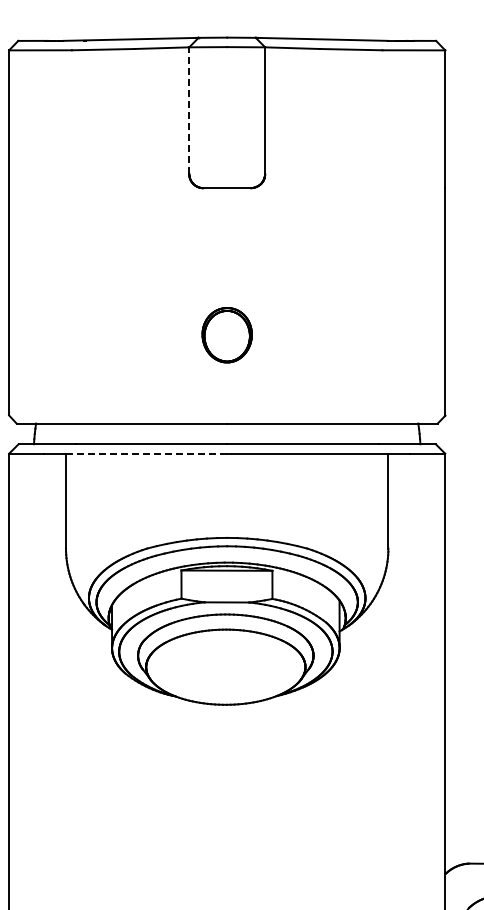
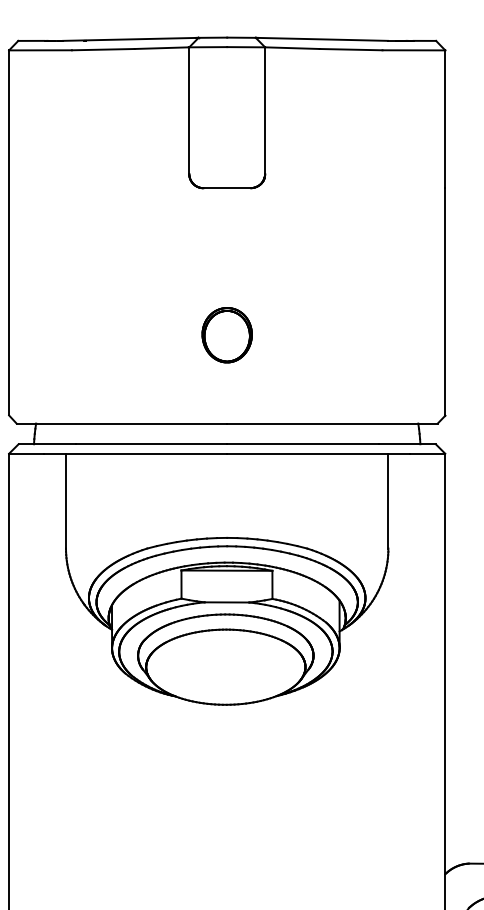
line at (189, 110): dashed -> solid
line at (146, 453): dashed -> solid
